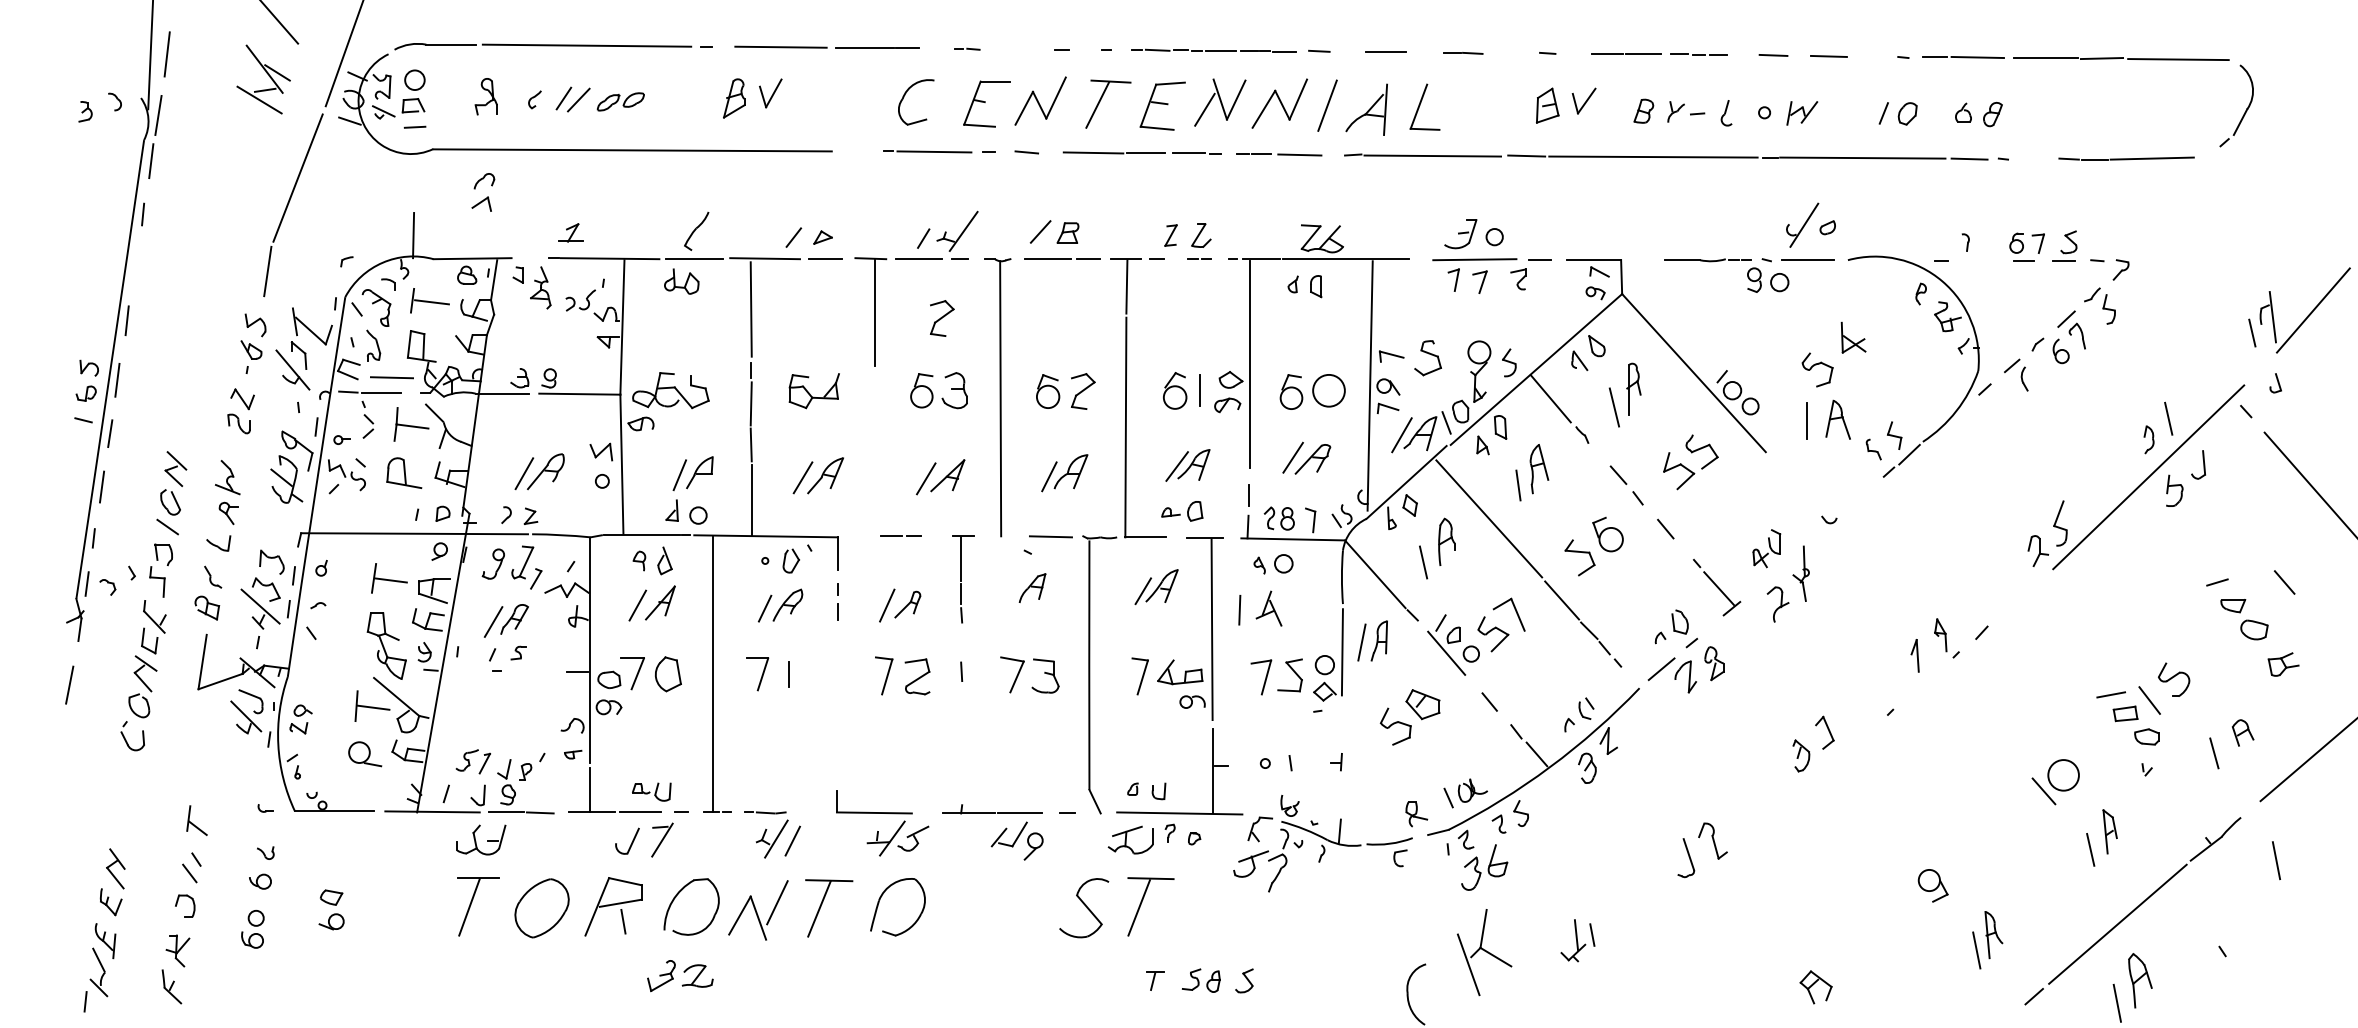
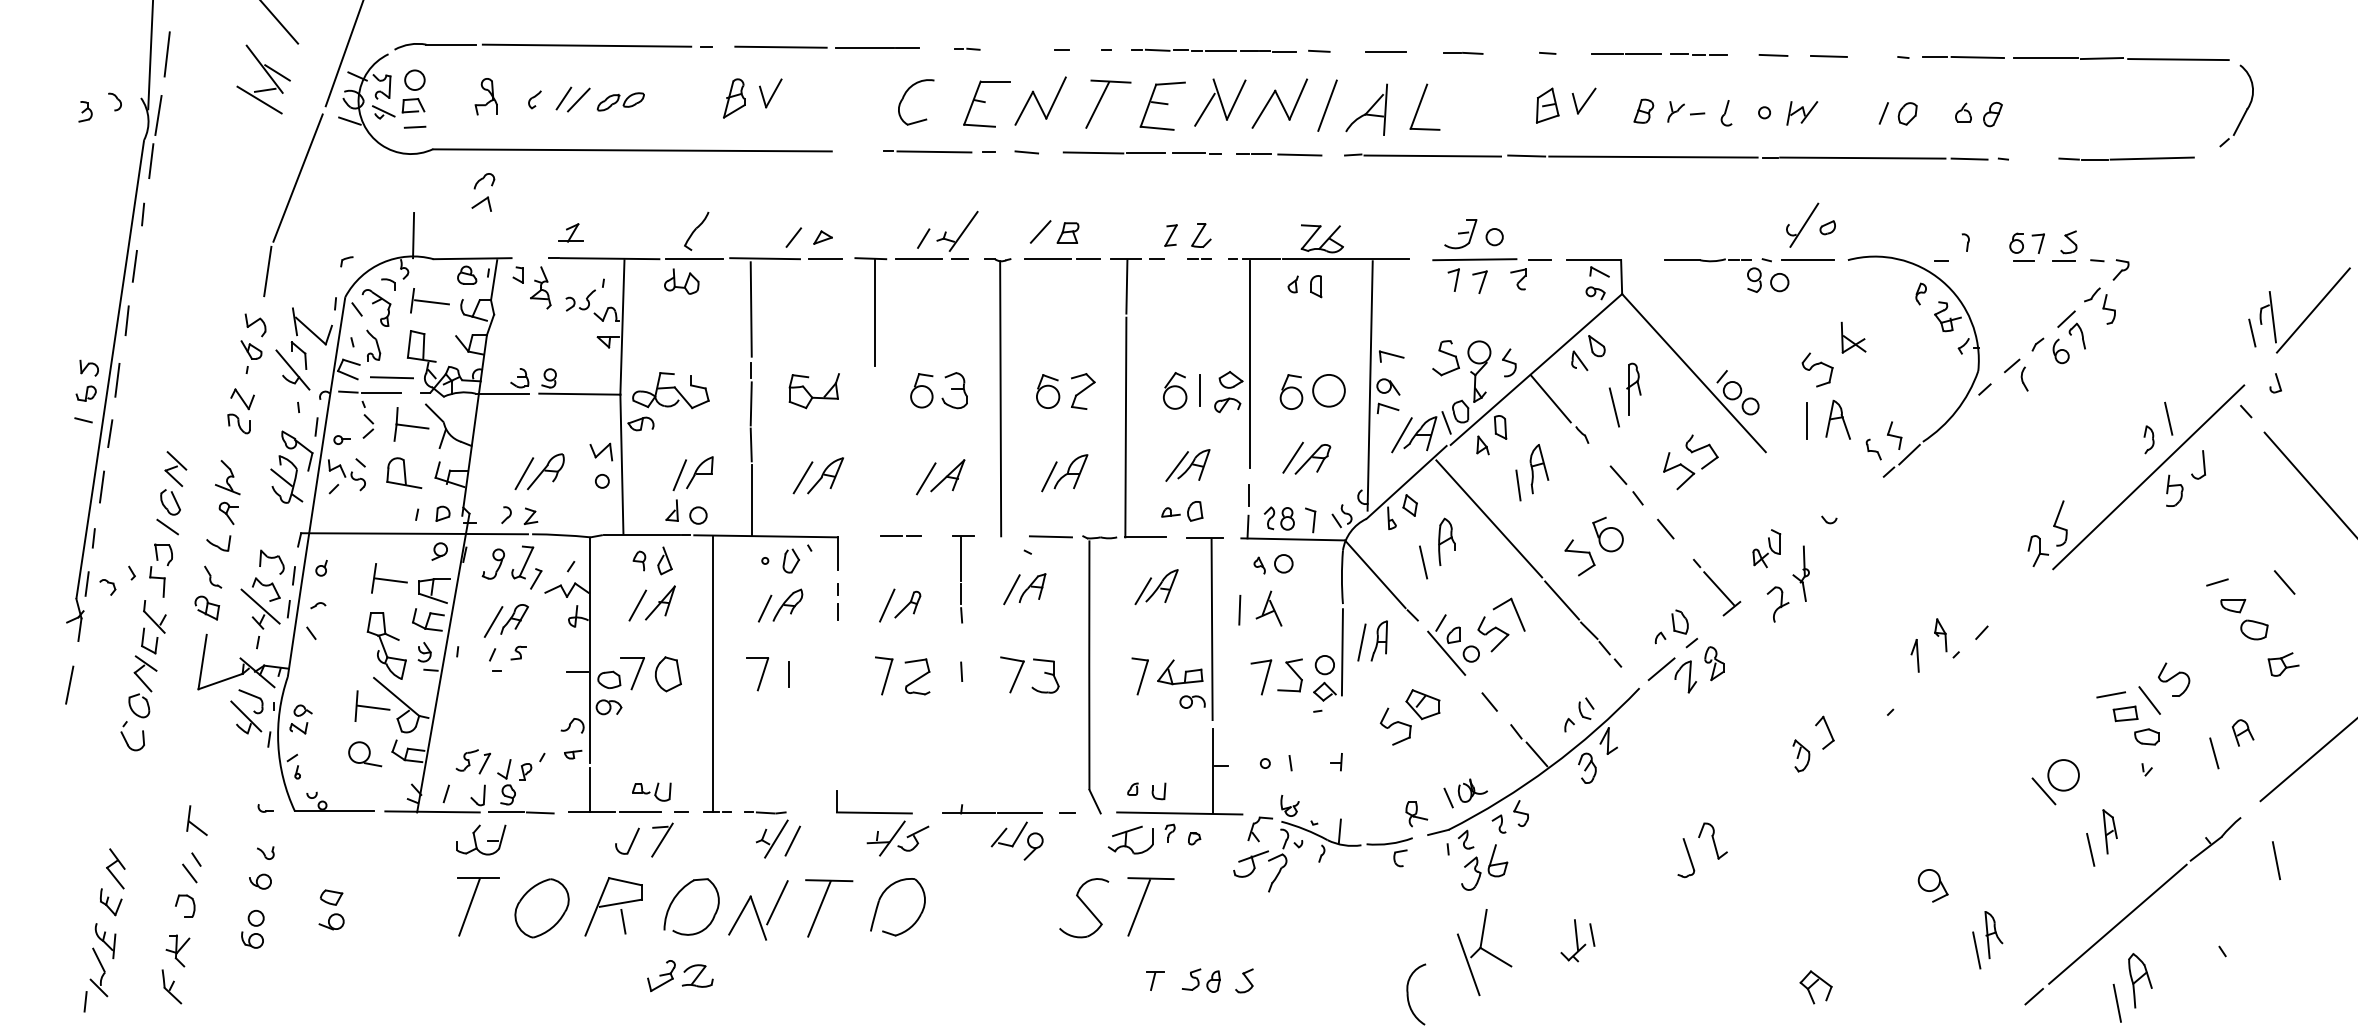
line at (134, 265): none -> present
part at (942, 318): present -> none
part at (1427, 358) position: (1427, 358) -> (1445, 358)
line at (1011, 589): none -> present
